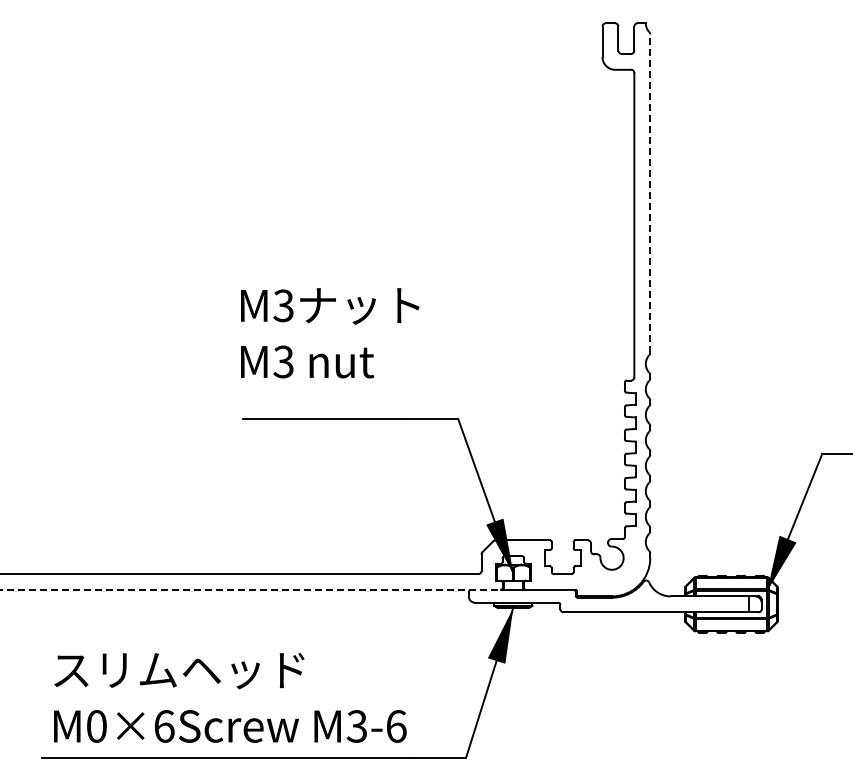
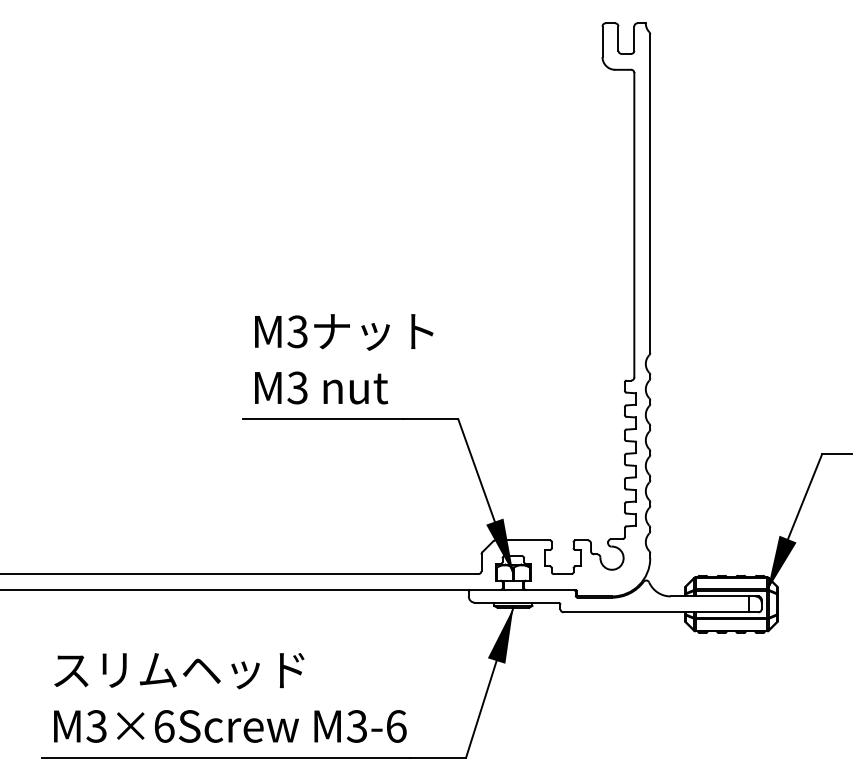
line at (650, 193): dashed -> solid
text at (330, 333) position: (330, 333) -> (344, 359)
line at (250, 590): dashed -> solid
text at (96, 726): M0×6 -> M3×6
